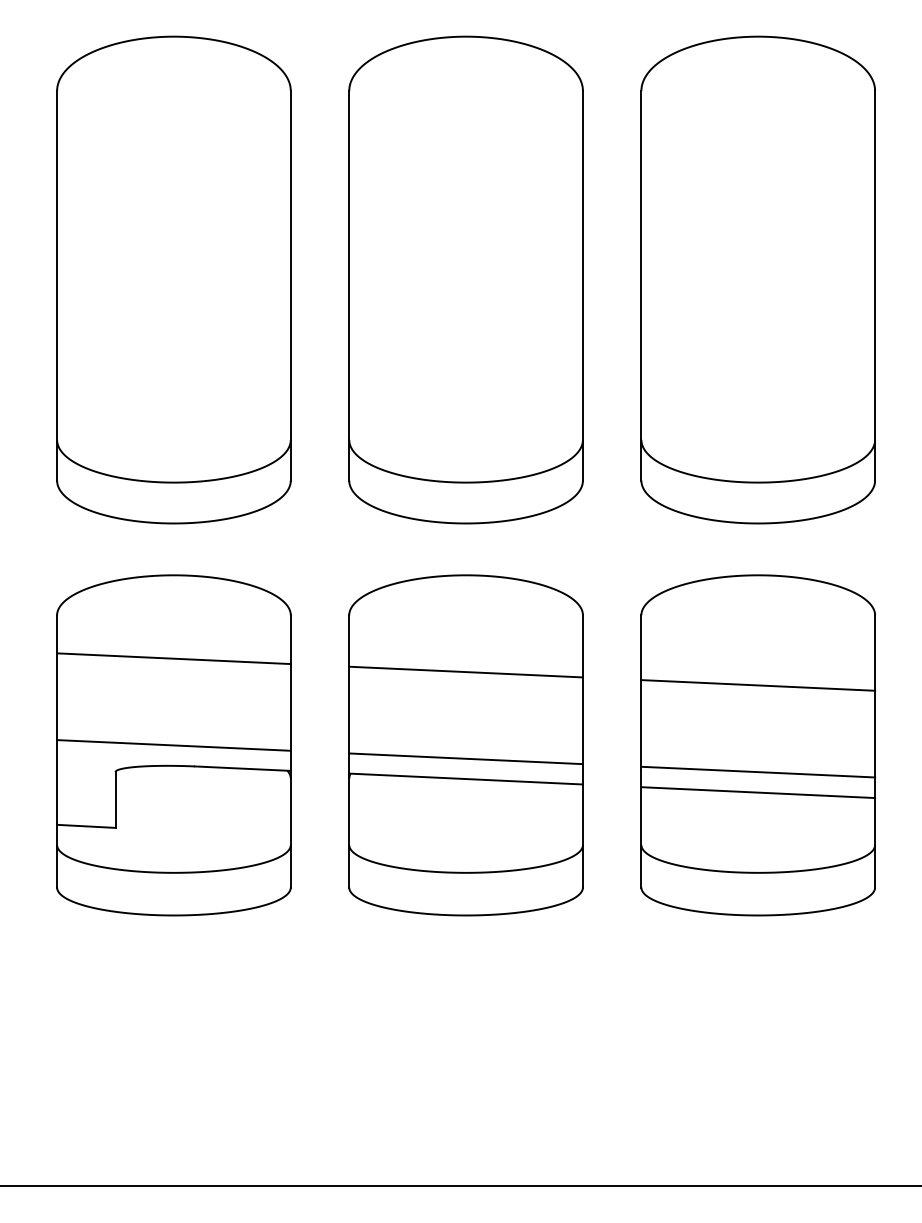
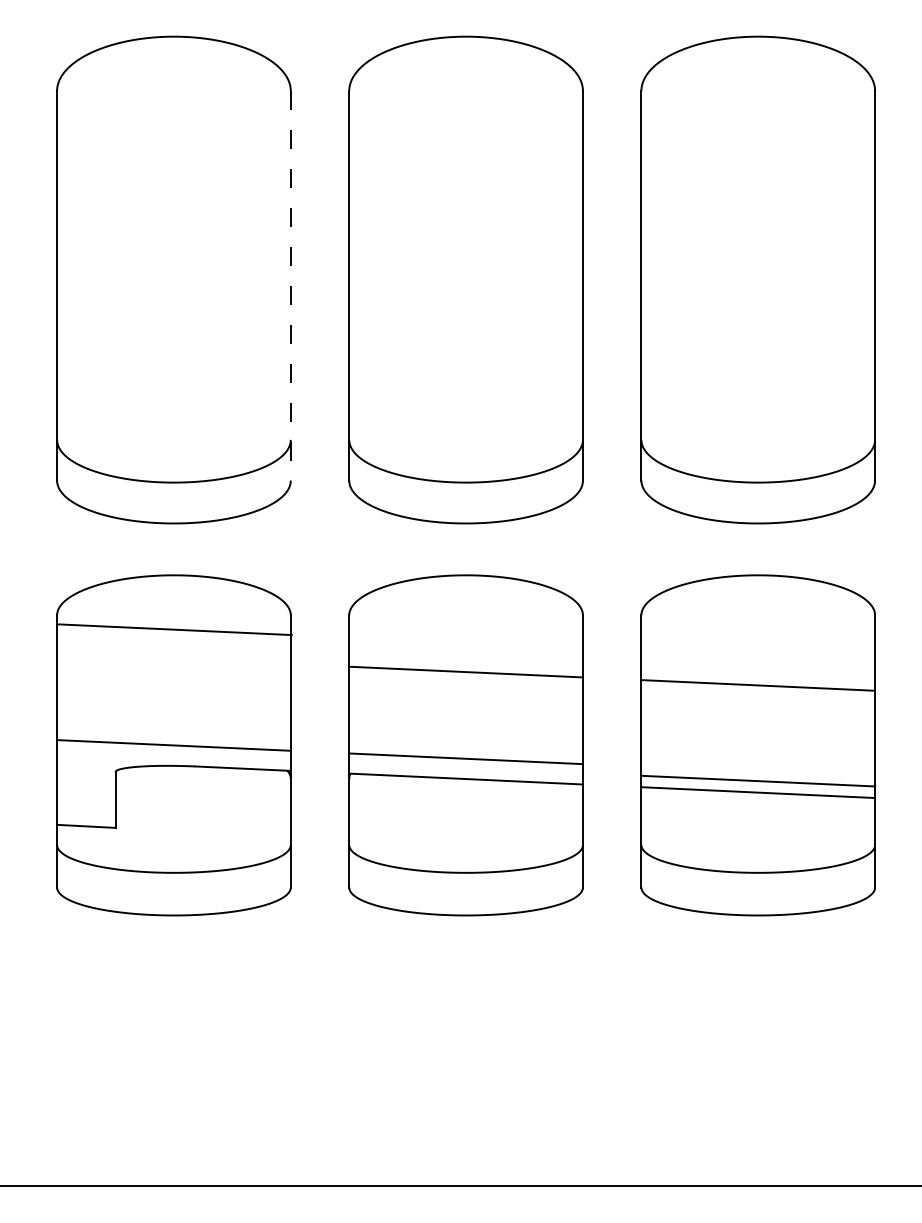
line at (290, 285): solid -> dashed
line at (173, 658) position: (173, 658) -> (174, 629)
line at (758, 771) position: (758, 771) -> (758, 780)
